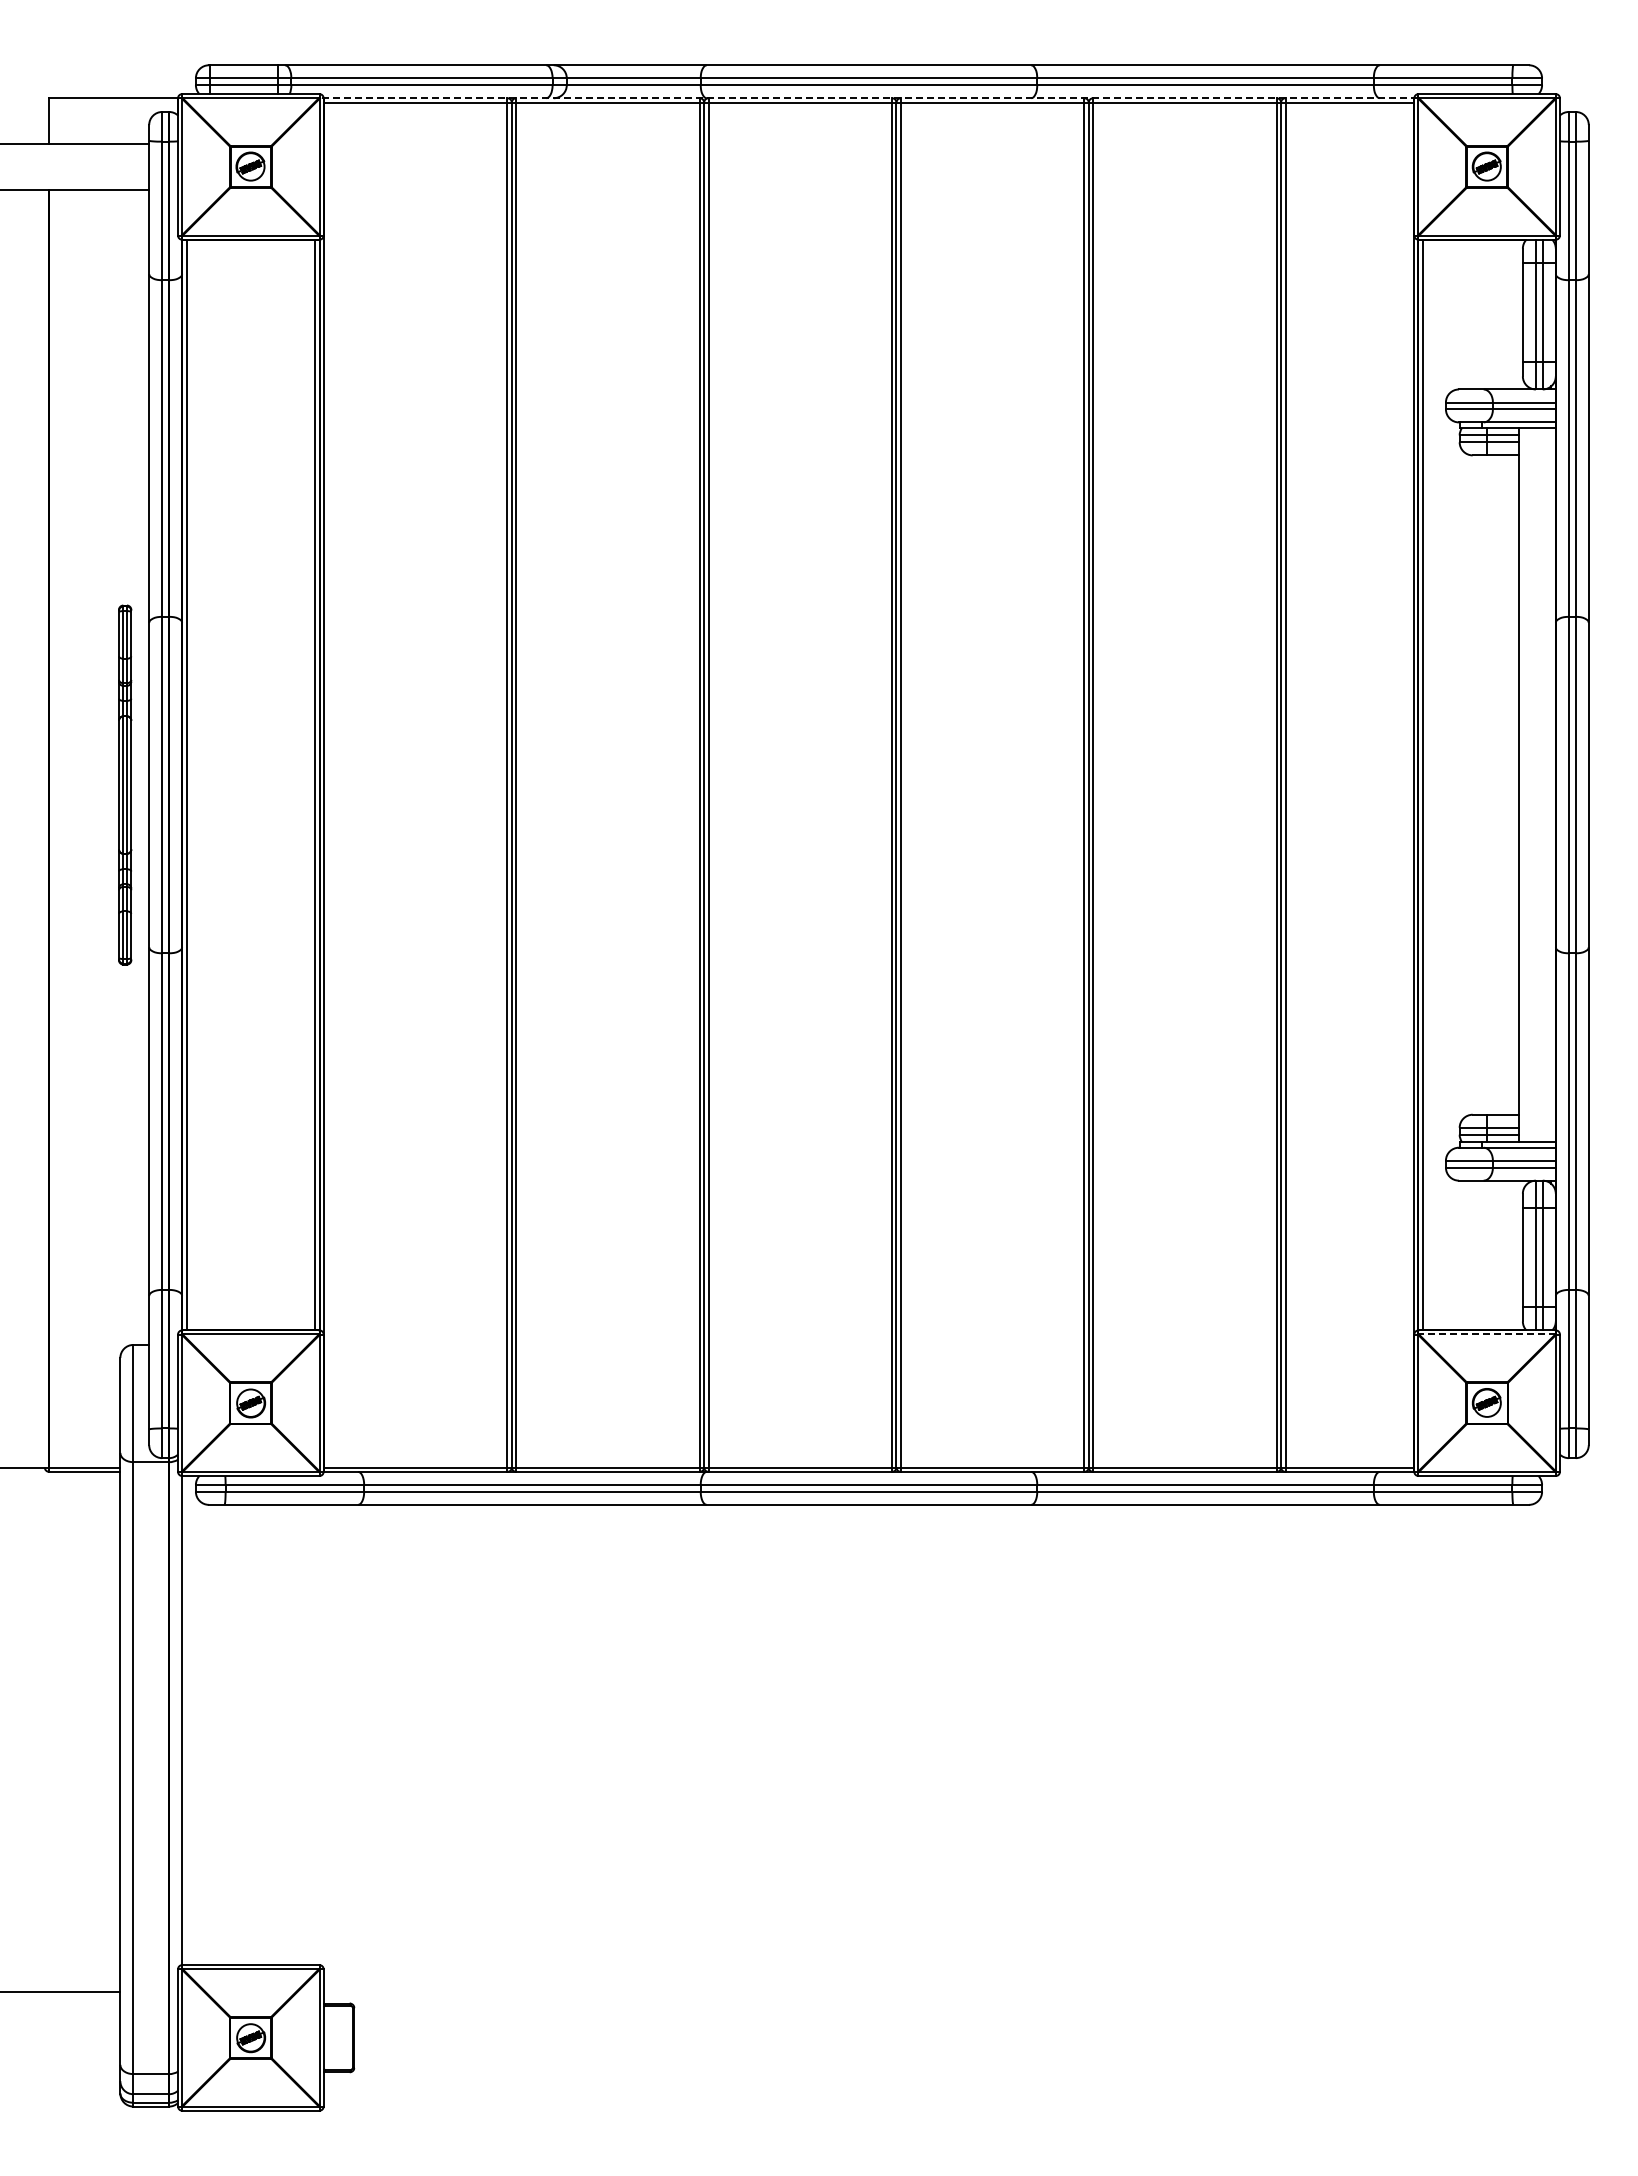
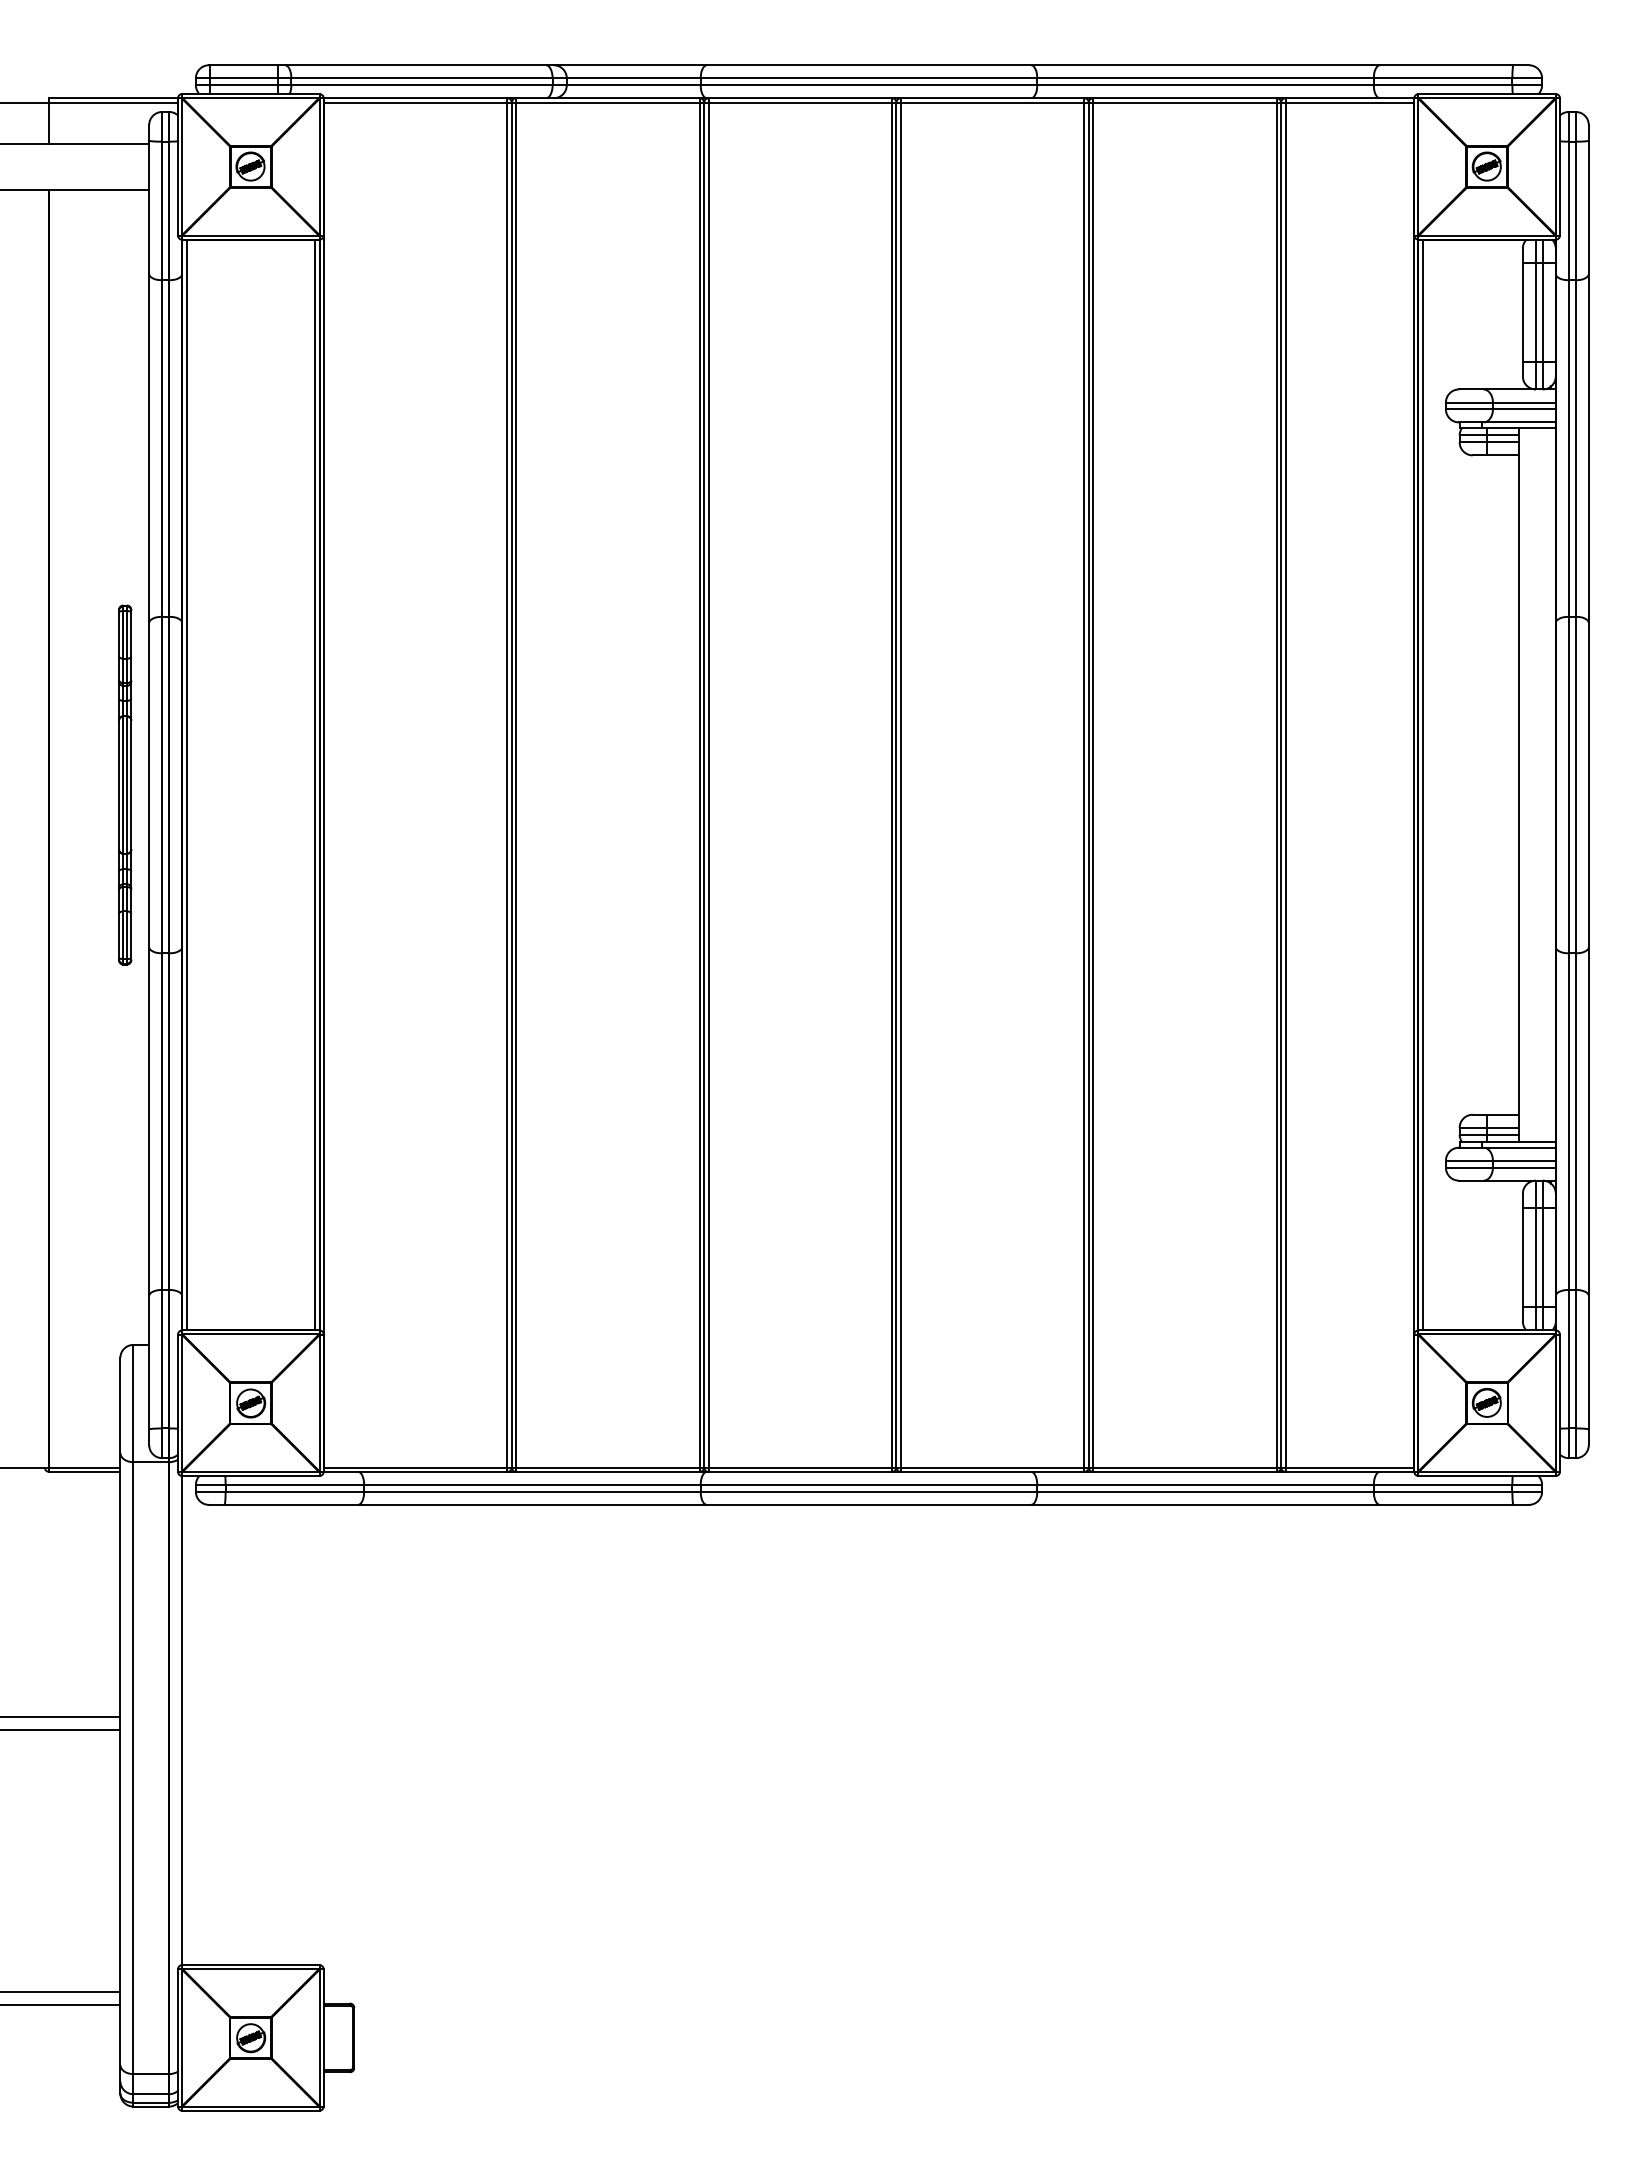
line at (869, 98): dashed -> solid
line at (90, 102): none -> present
line at (1487, 1334): dashed -> solid
line at (61, 1717): none -> present
line at (61, 1730): none -> present
line at (61, 2004): none -> present
